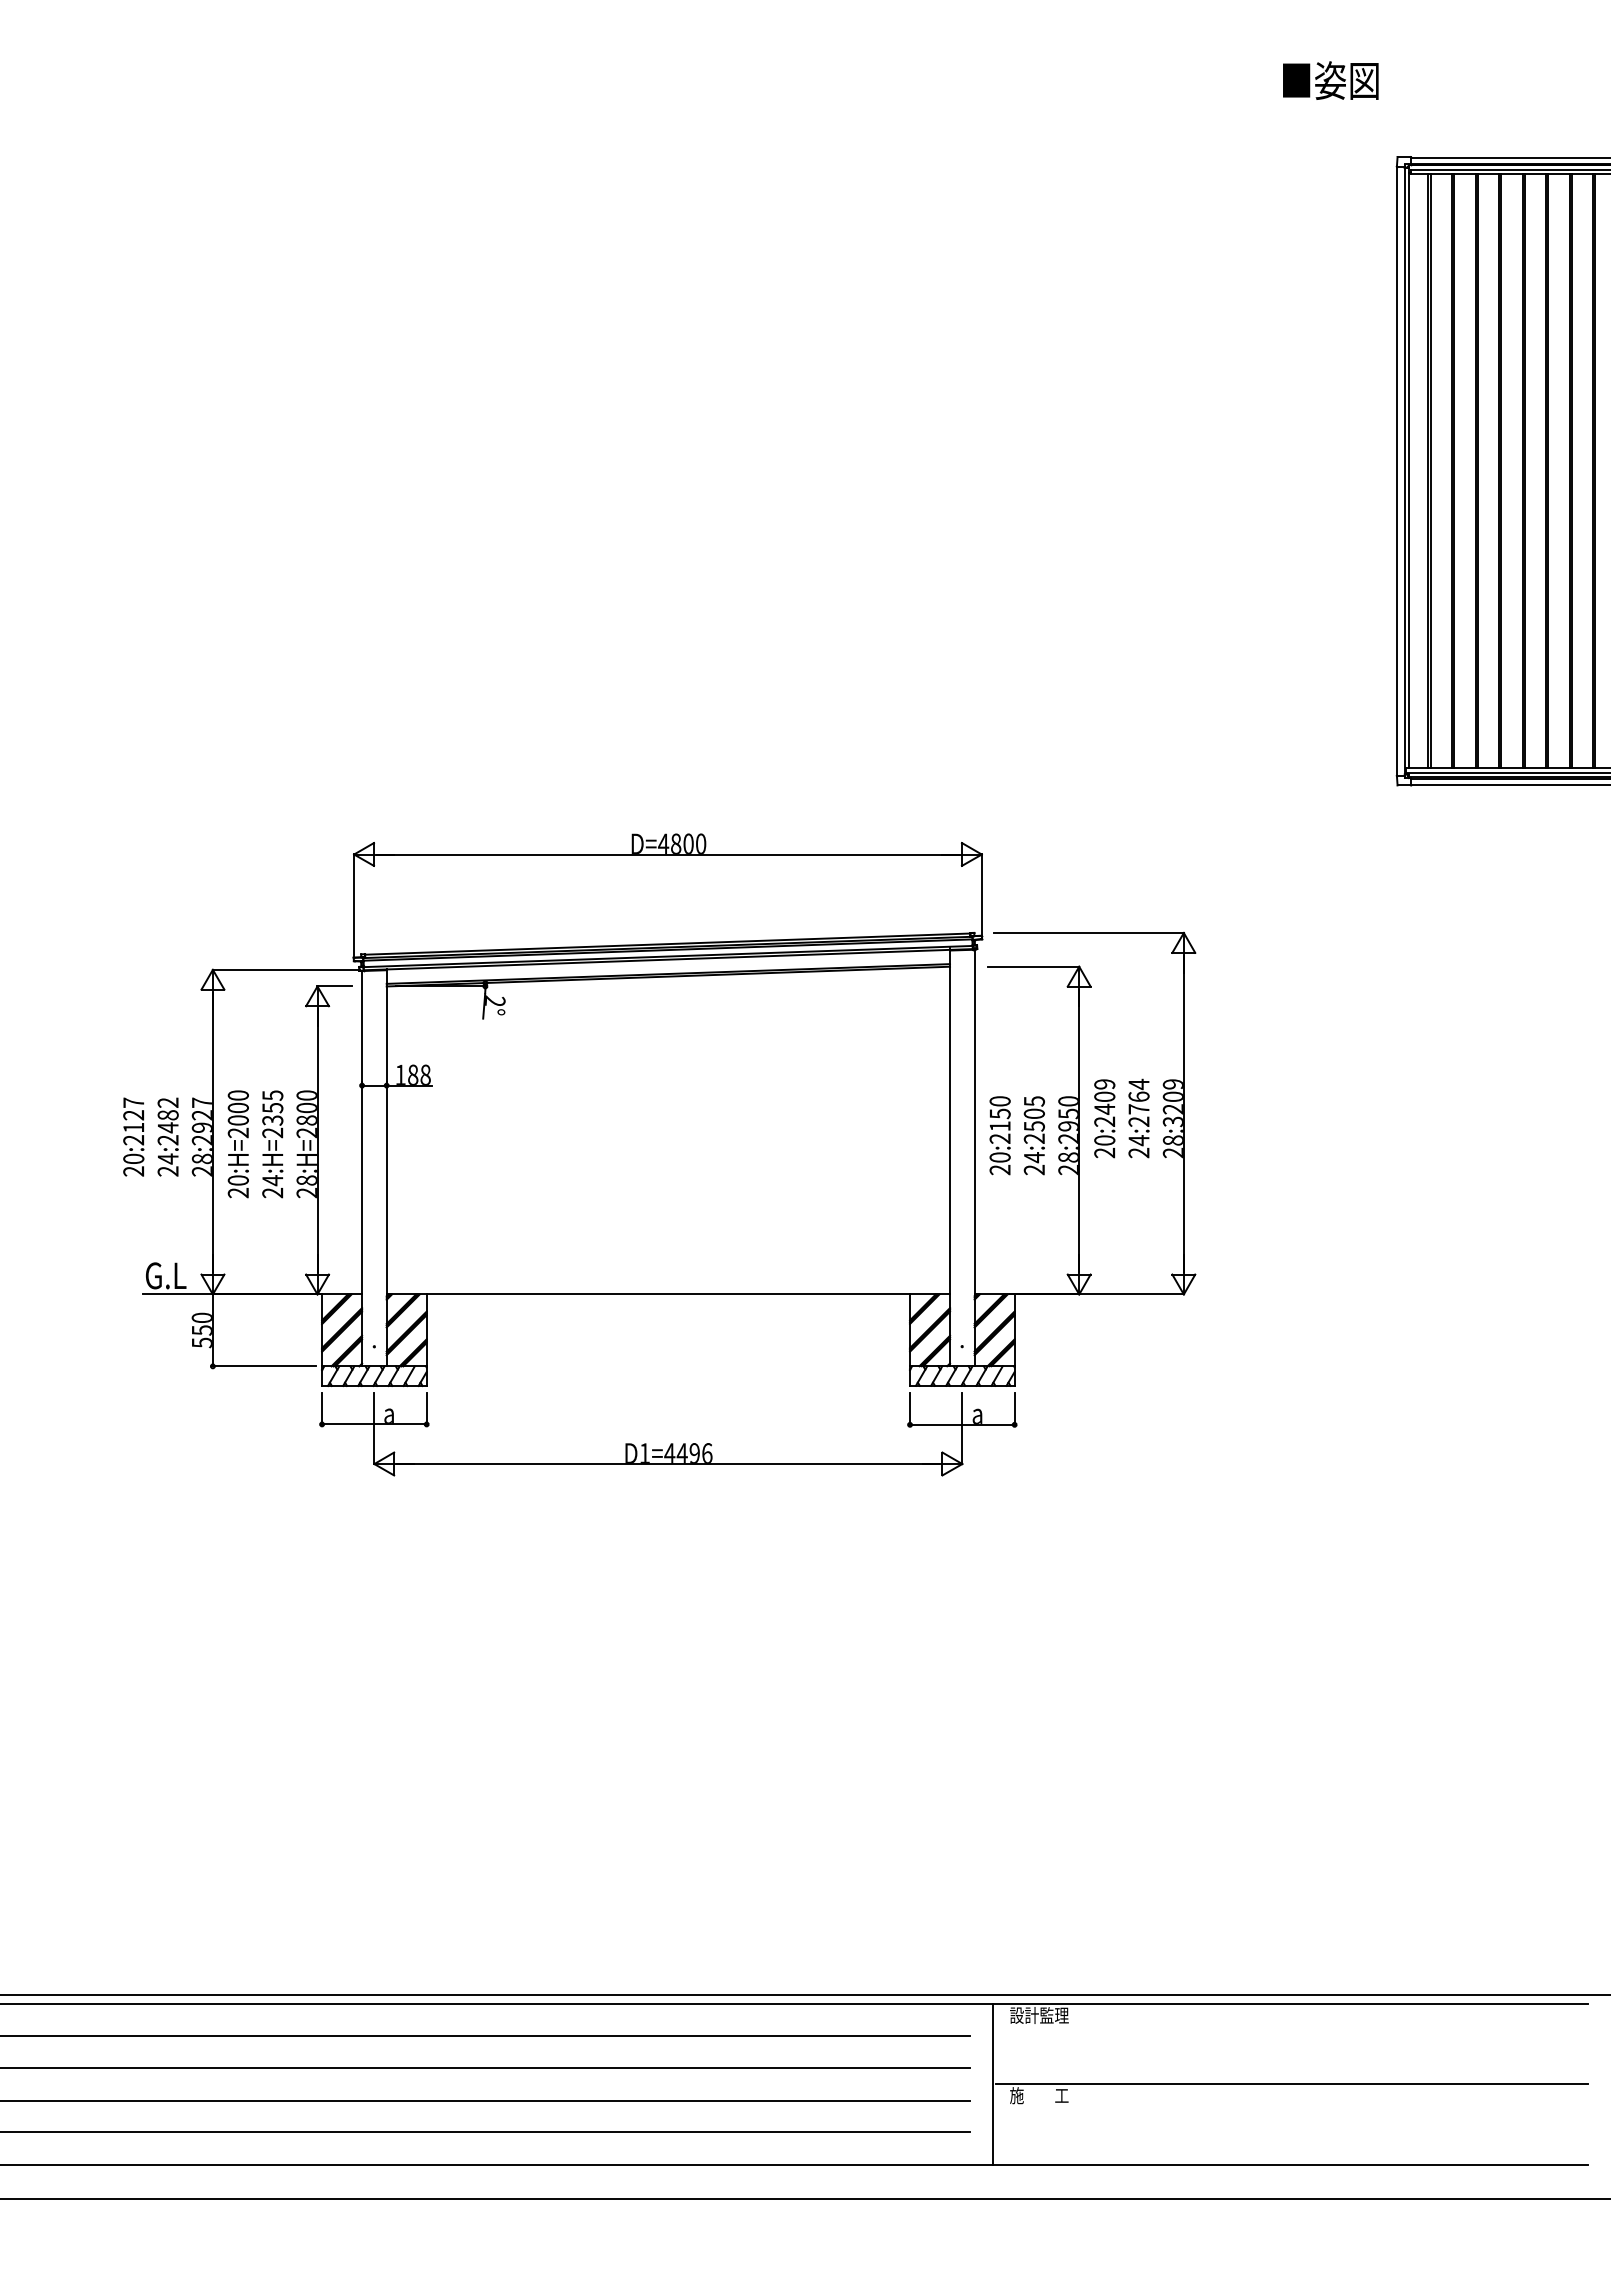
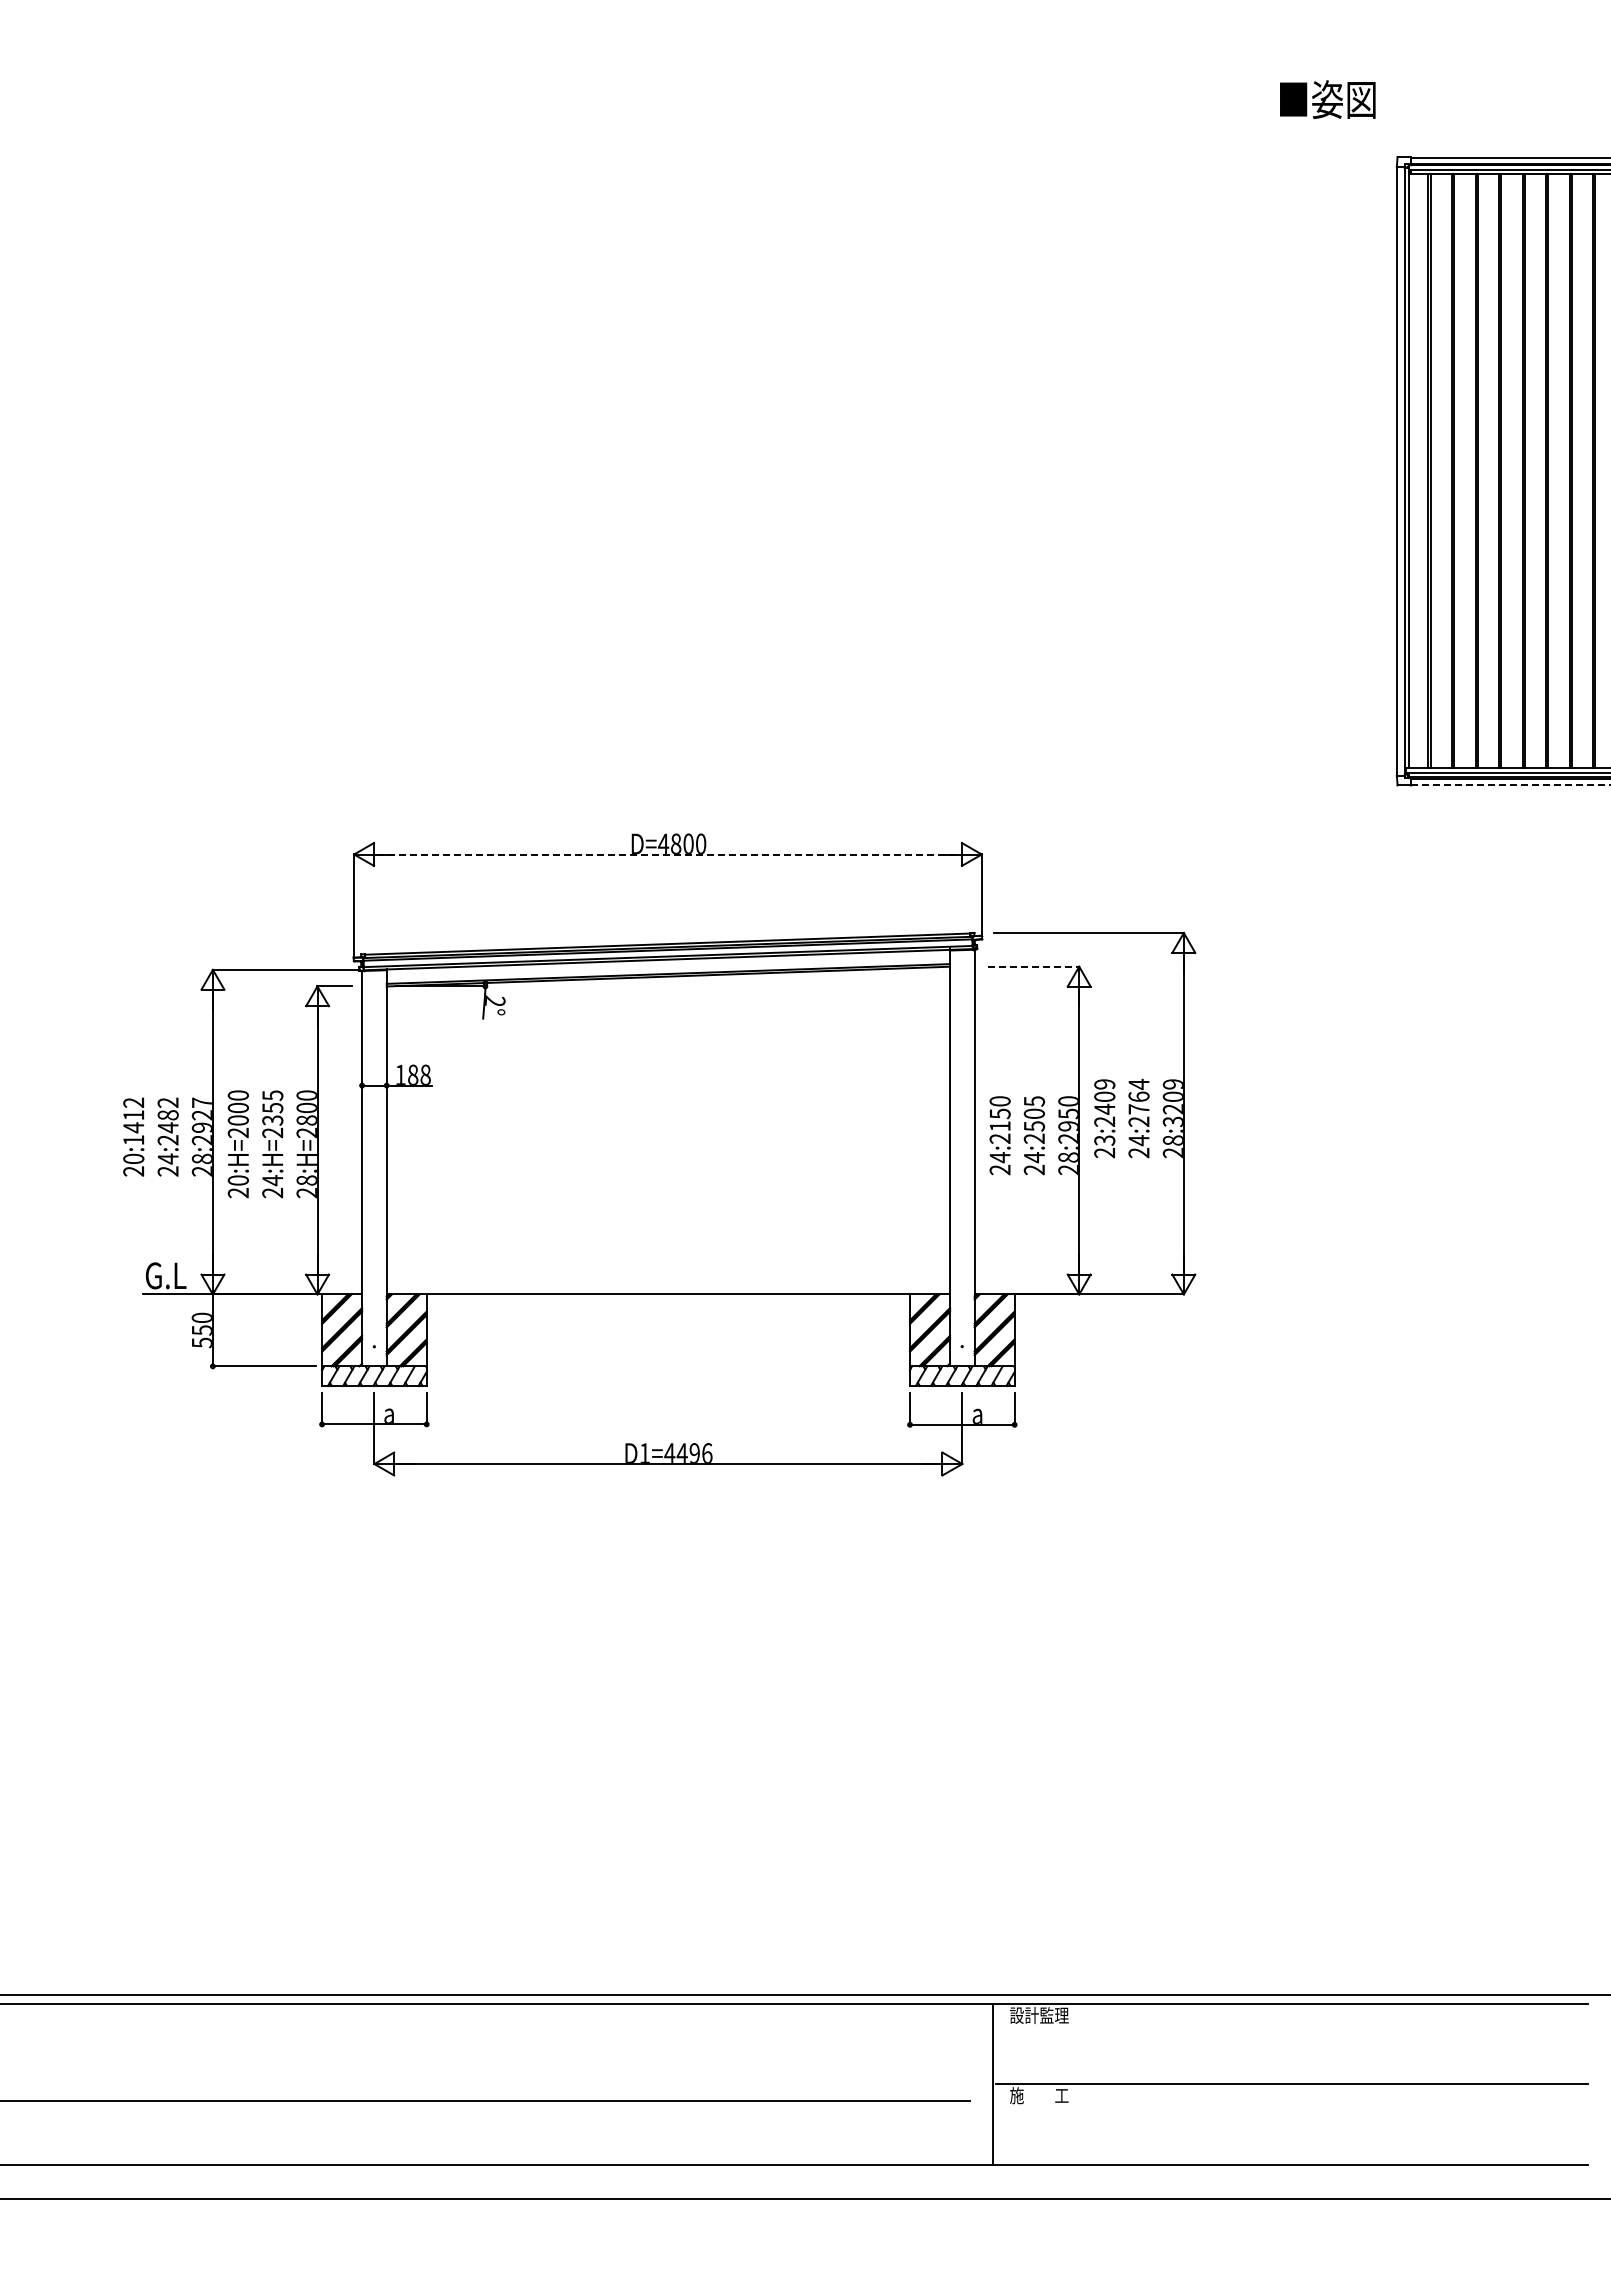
text at (1330, 80) position: (1330, 80) -> (1327, 99)
line at (1510, 785): solid -> dashed
line at (667, 854): solid -> dashed
line at (1033, 966): solid -> dashed
text at (133, 1121): 20:2127 -> 20:1412
text at (1104, 1140): 20:2409 -> 23:2409
text at (999, 1157): 20:2150 -> 24:2150
line at (485, 2036): present -> none
line at (485, 2068): present -> none
line at (485, 2132): present -> none
